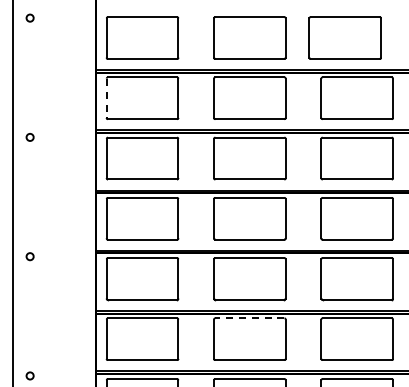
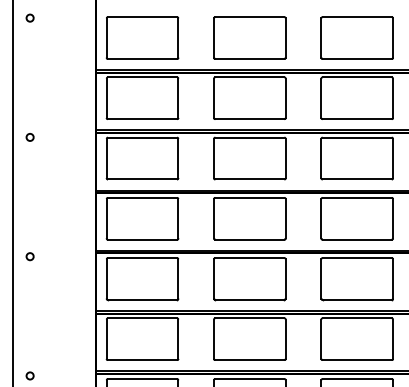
part at (344, 37) position: (344, 37) -> (356, 37)
line at (106, 98): dashed -> solid
line at (249, 318): dashed -> solid
